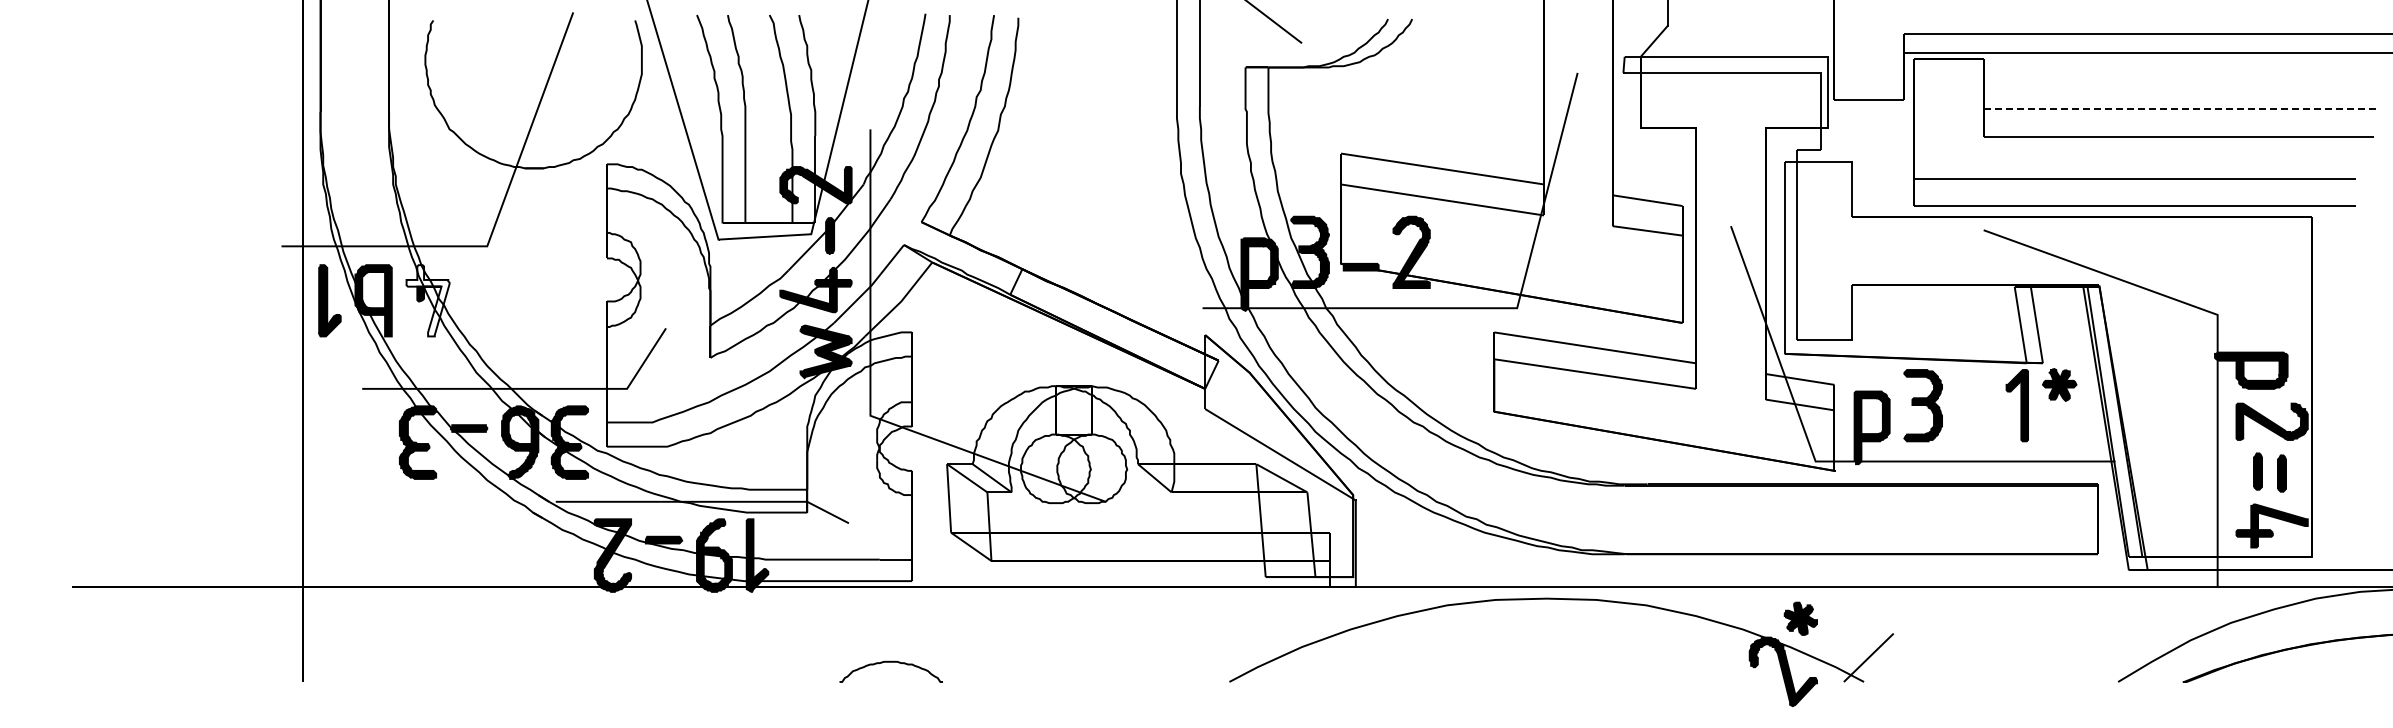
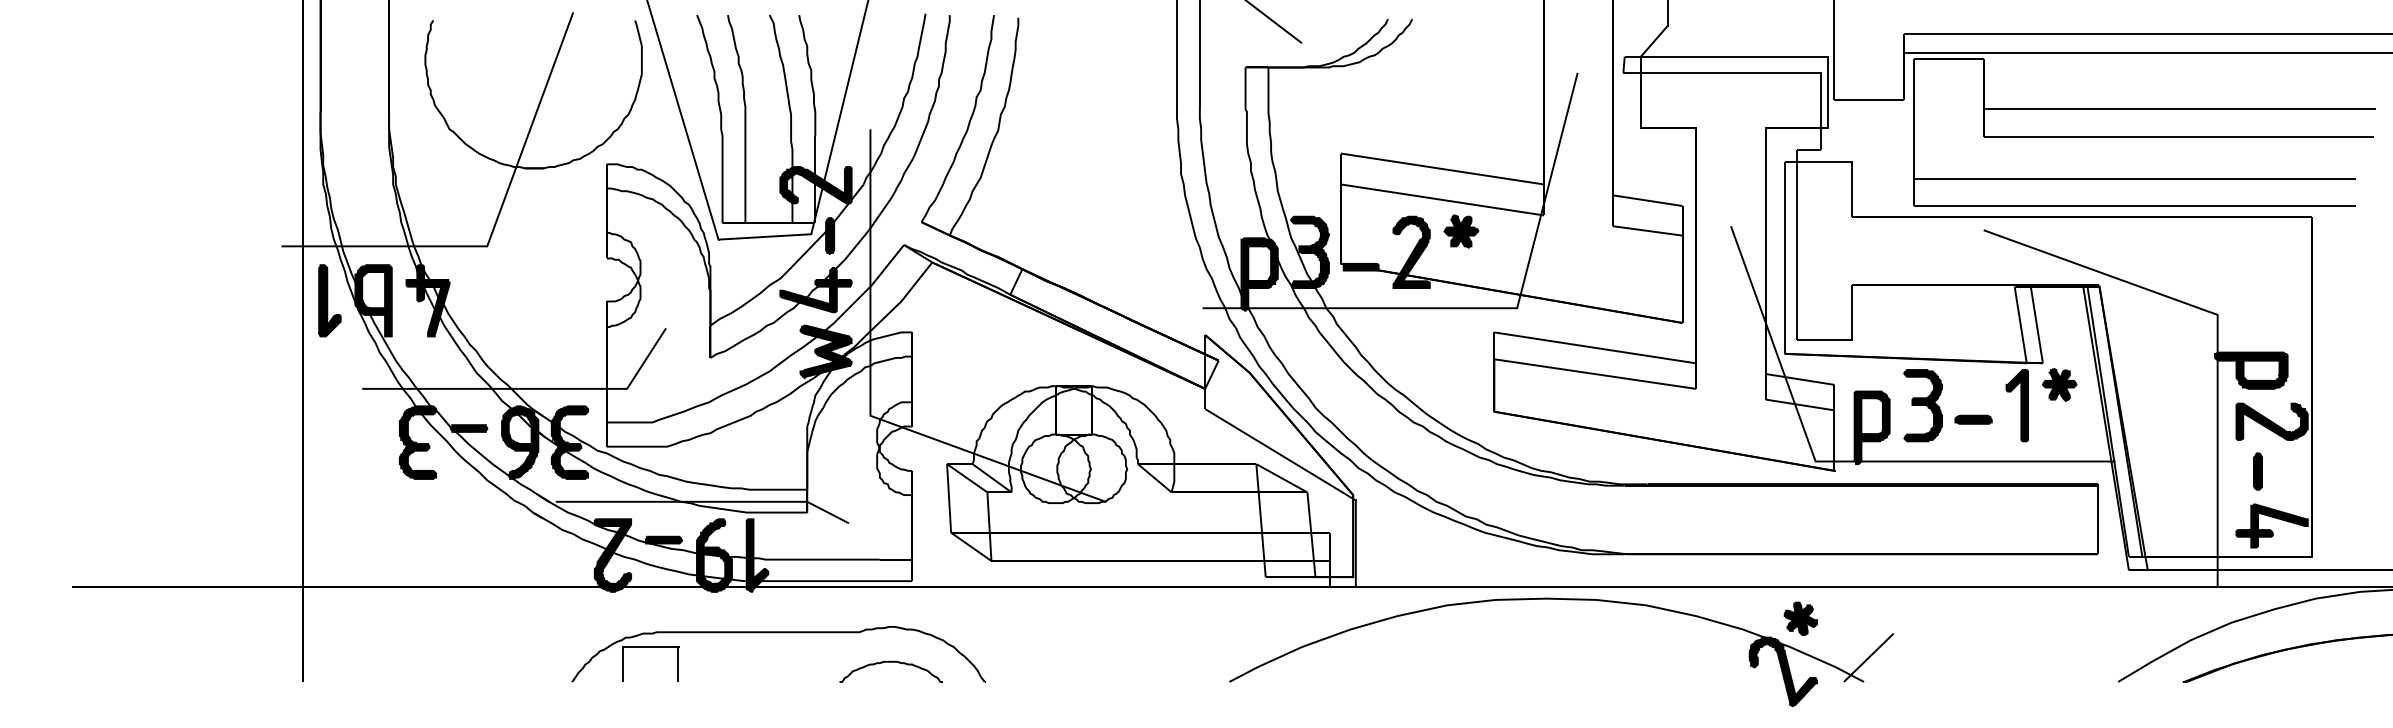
line at (2180, 109): dashed -> solid
part at (1461, 231): none -> present
fill at (427, 300): none -> present
part at (1973, 419): none -> present
part at (2281, 473): present -> none
part at (778, 633): none -> present
